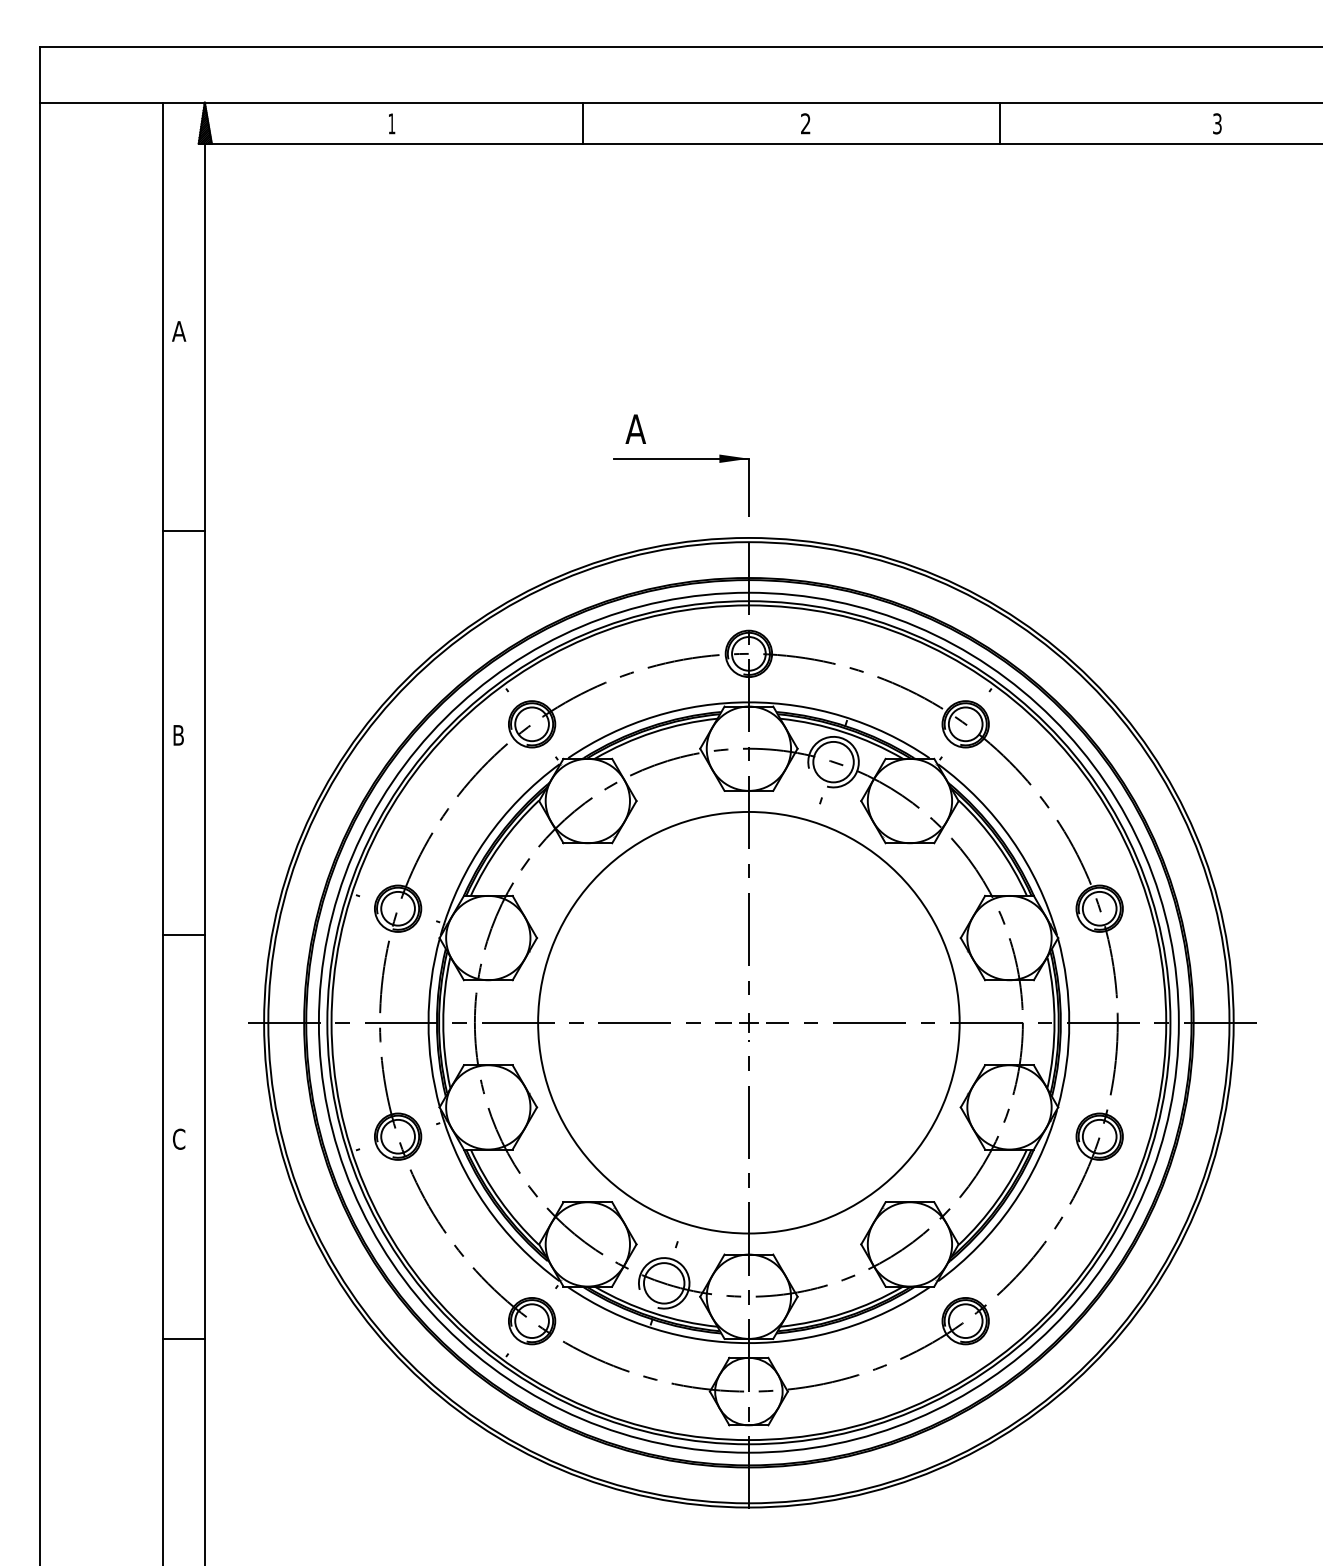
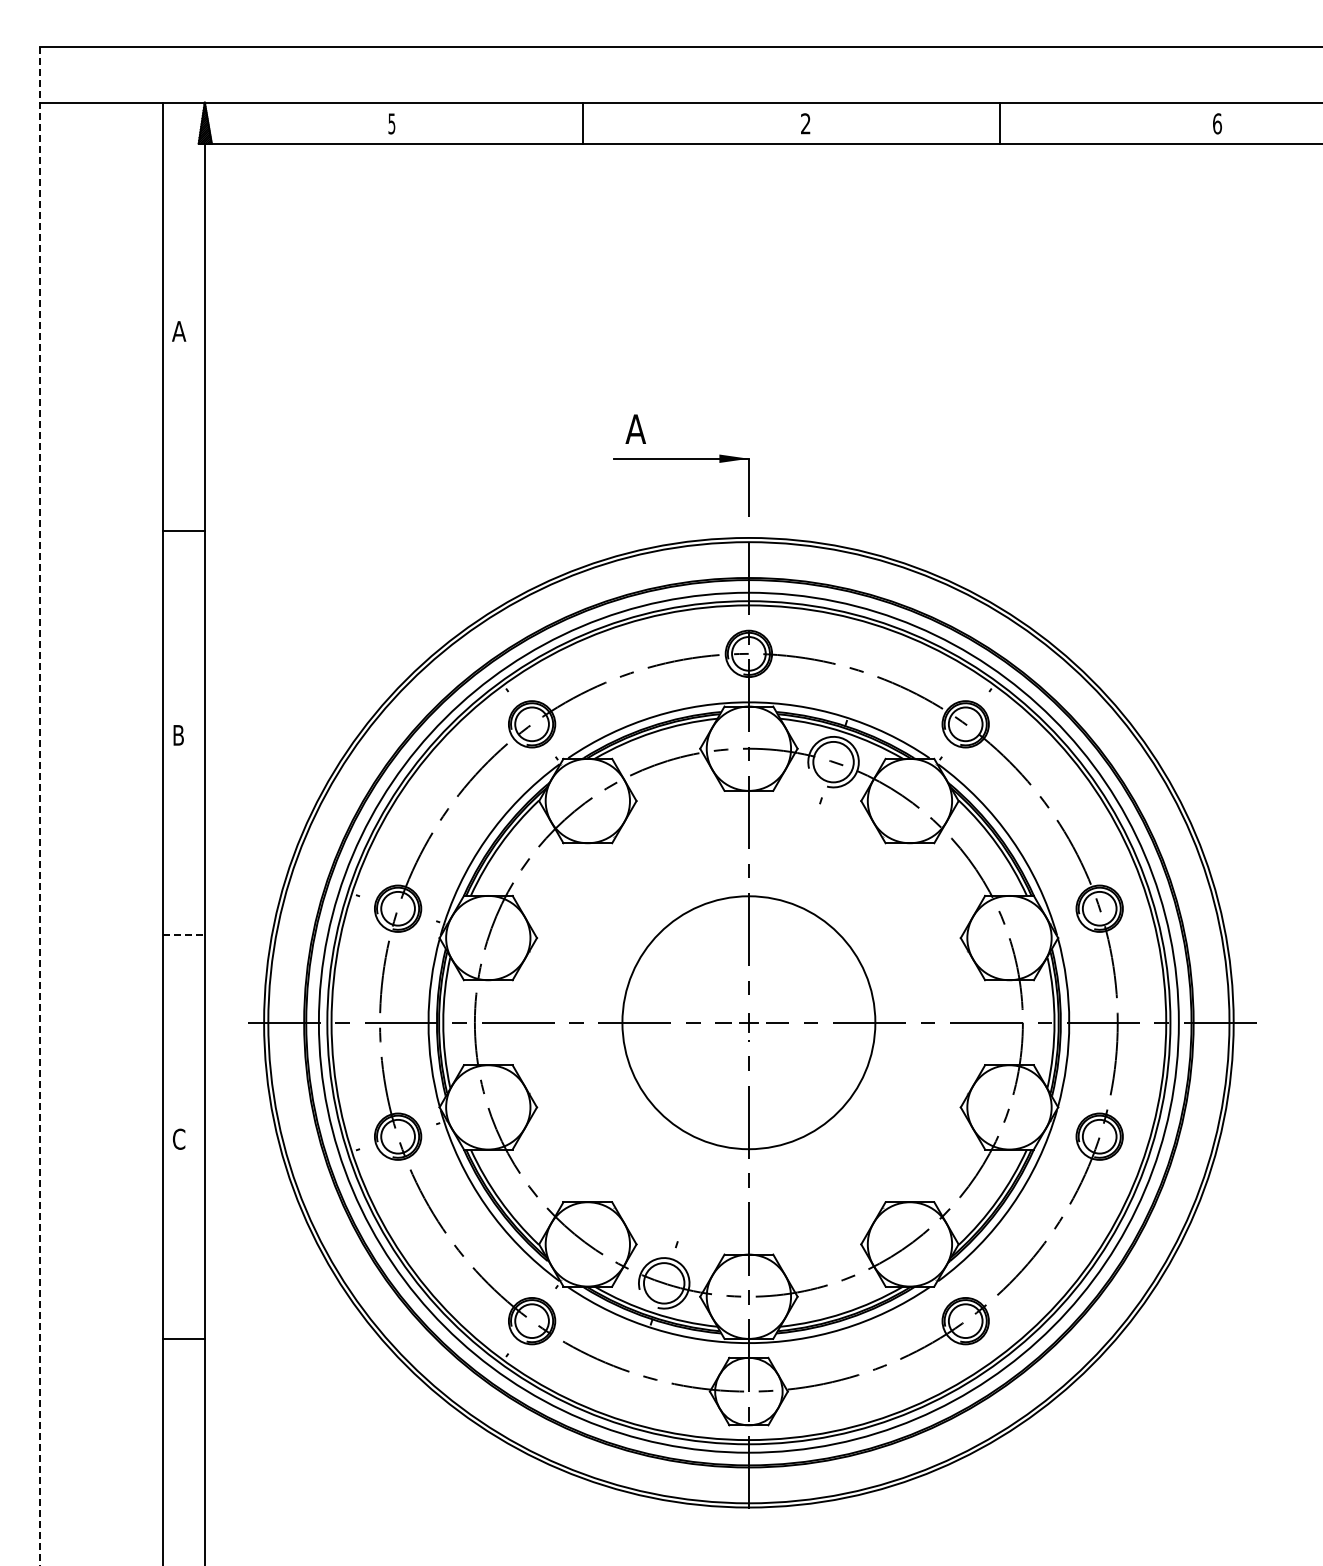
text at (391, 123): 1 -> 5
text at (1217, 123): 3 -> 6
line at (39, 805): solid -> dashed
line at (184, 935): solid -> dashed
circle at (748, 1022) diameter: 422 px -> 253 px
